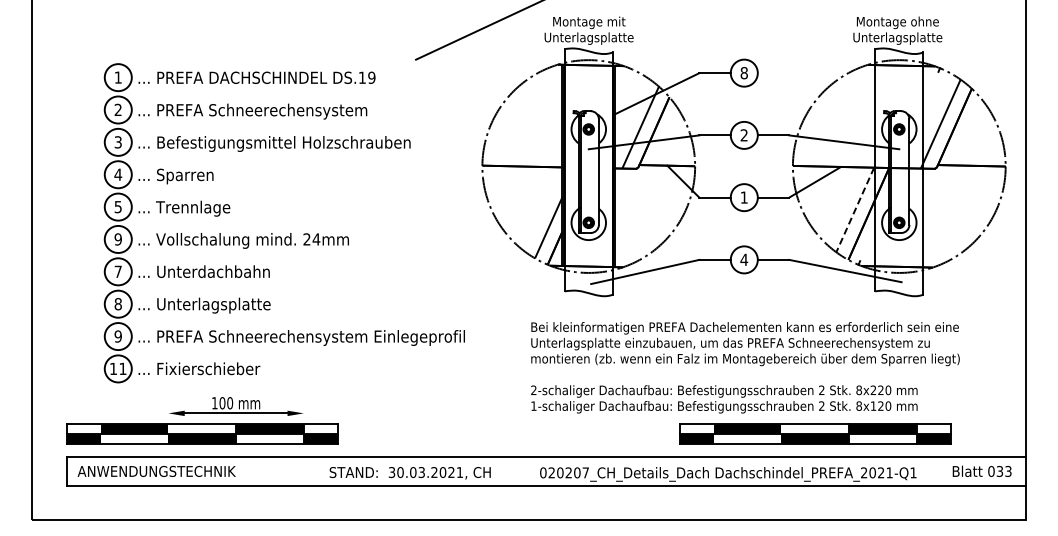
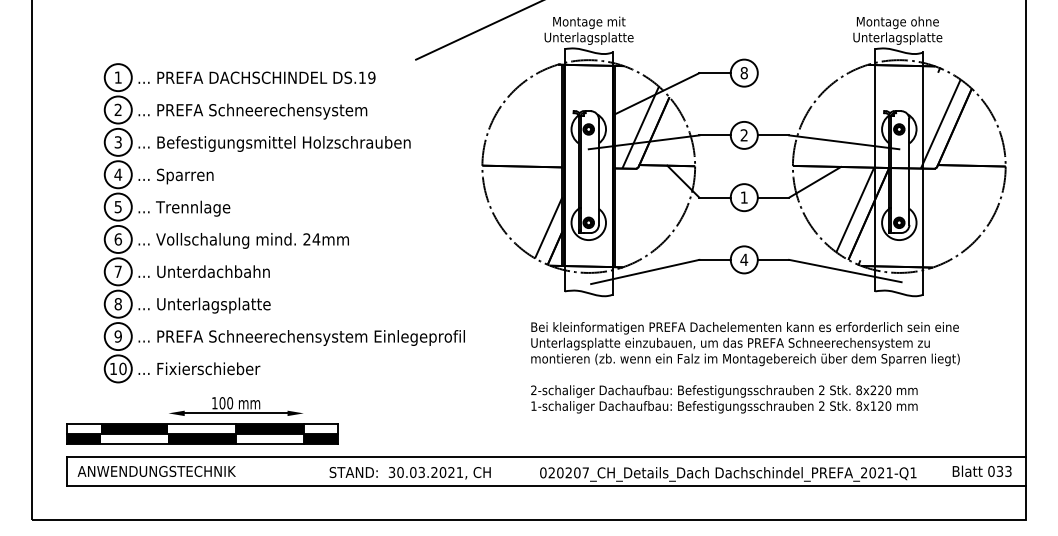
line at (855, 210): dashed -> solid
text at (118, 239): 9 -> 6
text at (122, 368): 11 -> 10
part at (815, 433): present -> none
